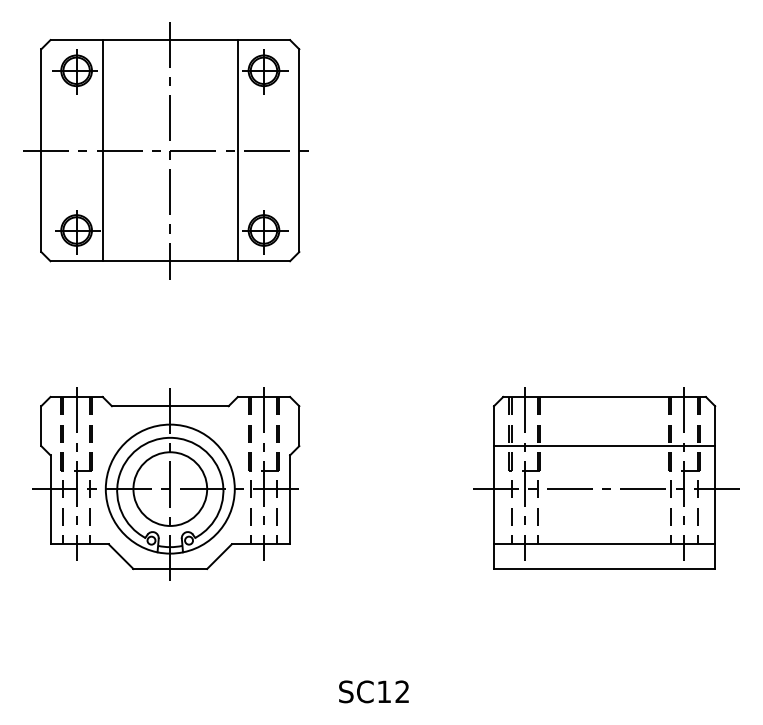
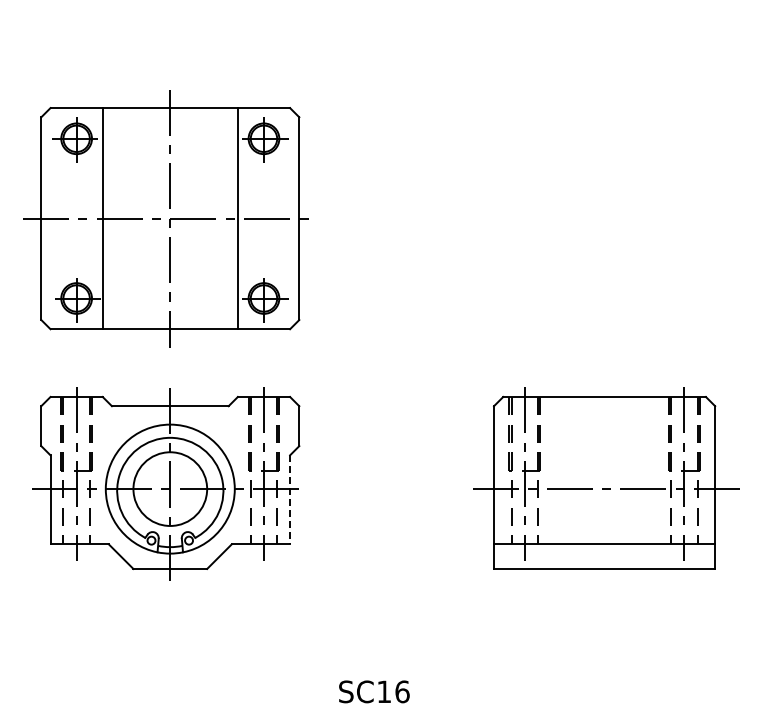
part at (165, 150) position: (165, 150) -> (165, 218)
line at (604, 446): present -> none
line at (290, 499): solid -> dashed
text at (402, 691): SC12 -> SC16
